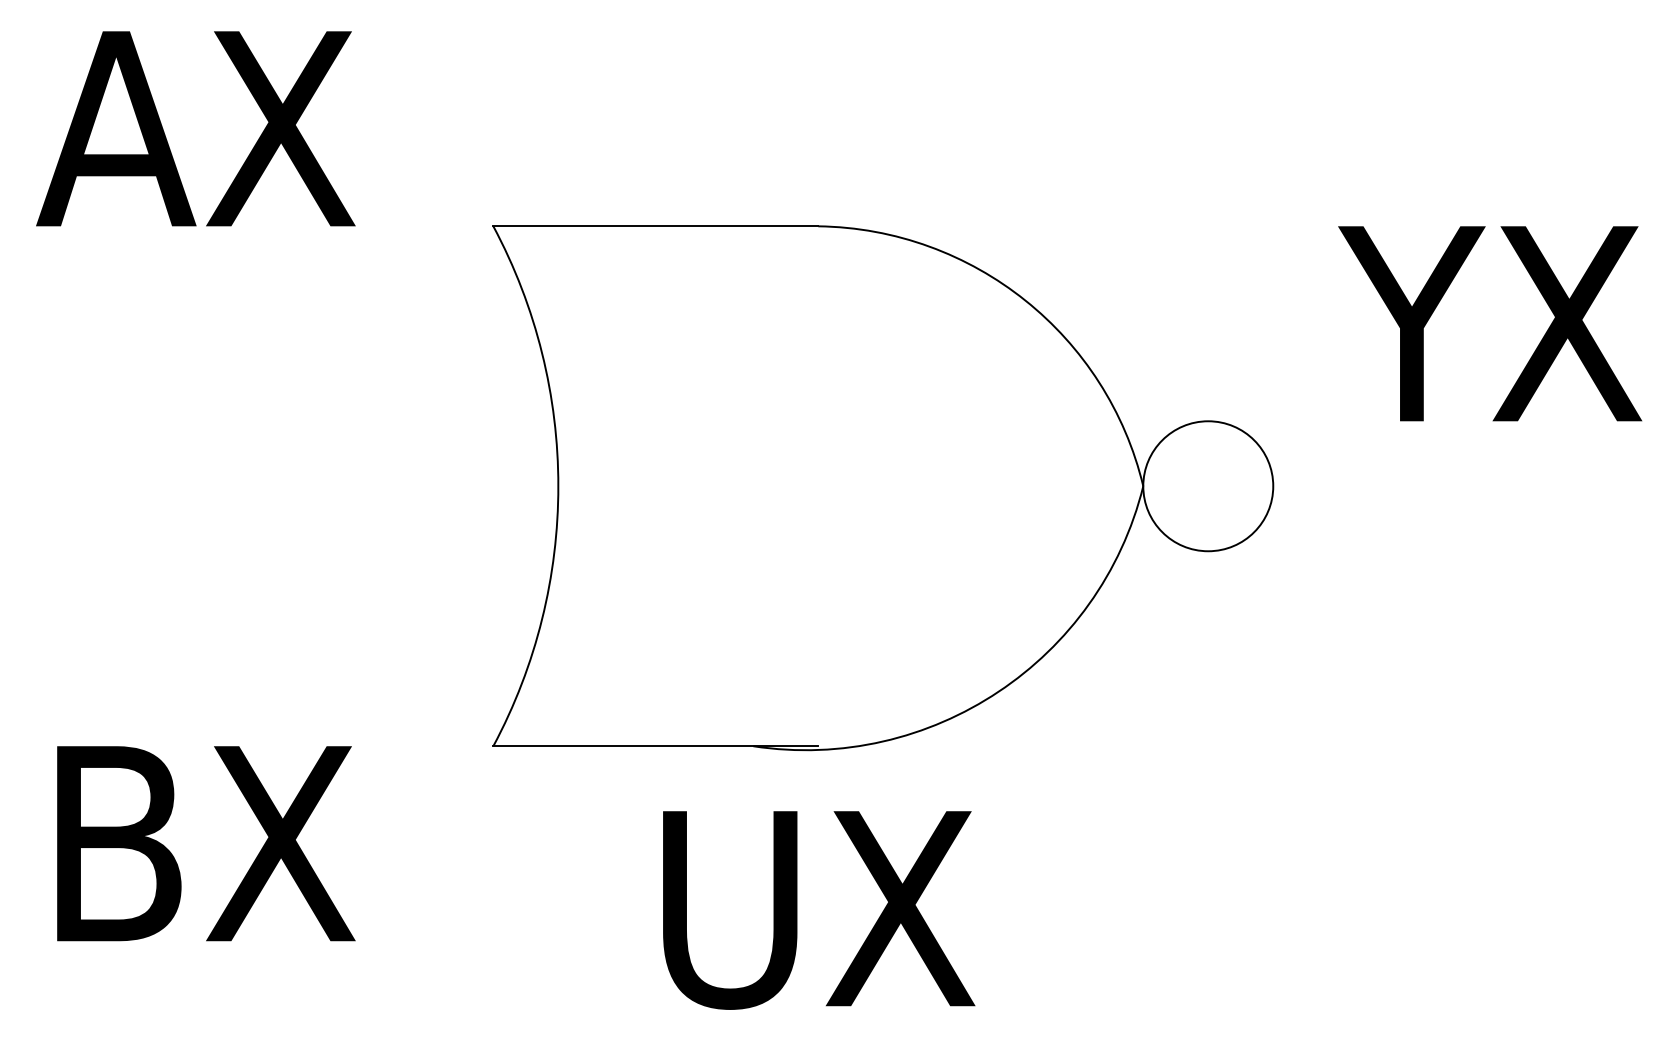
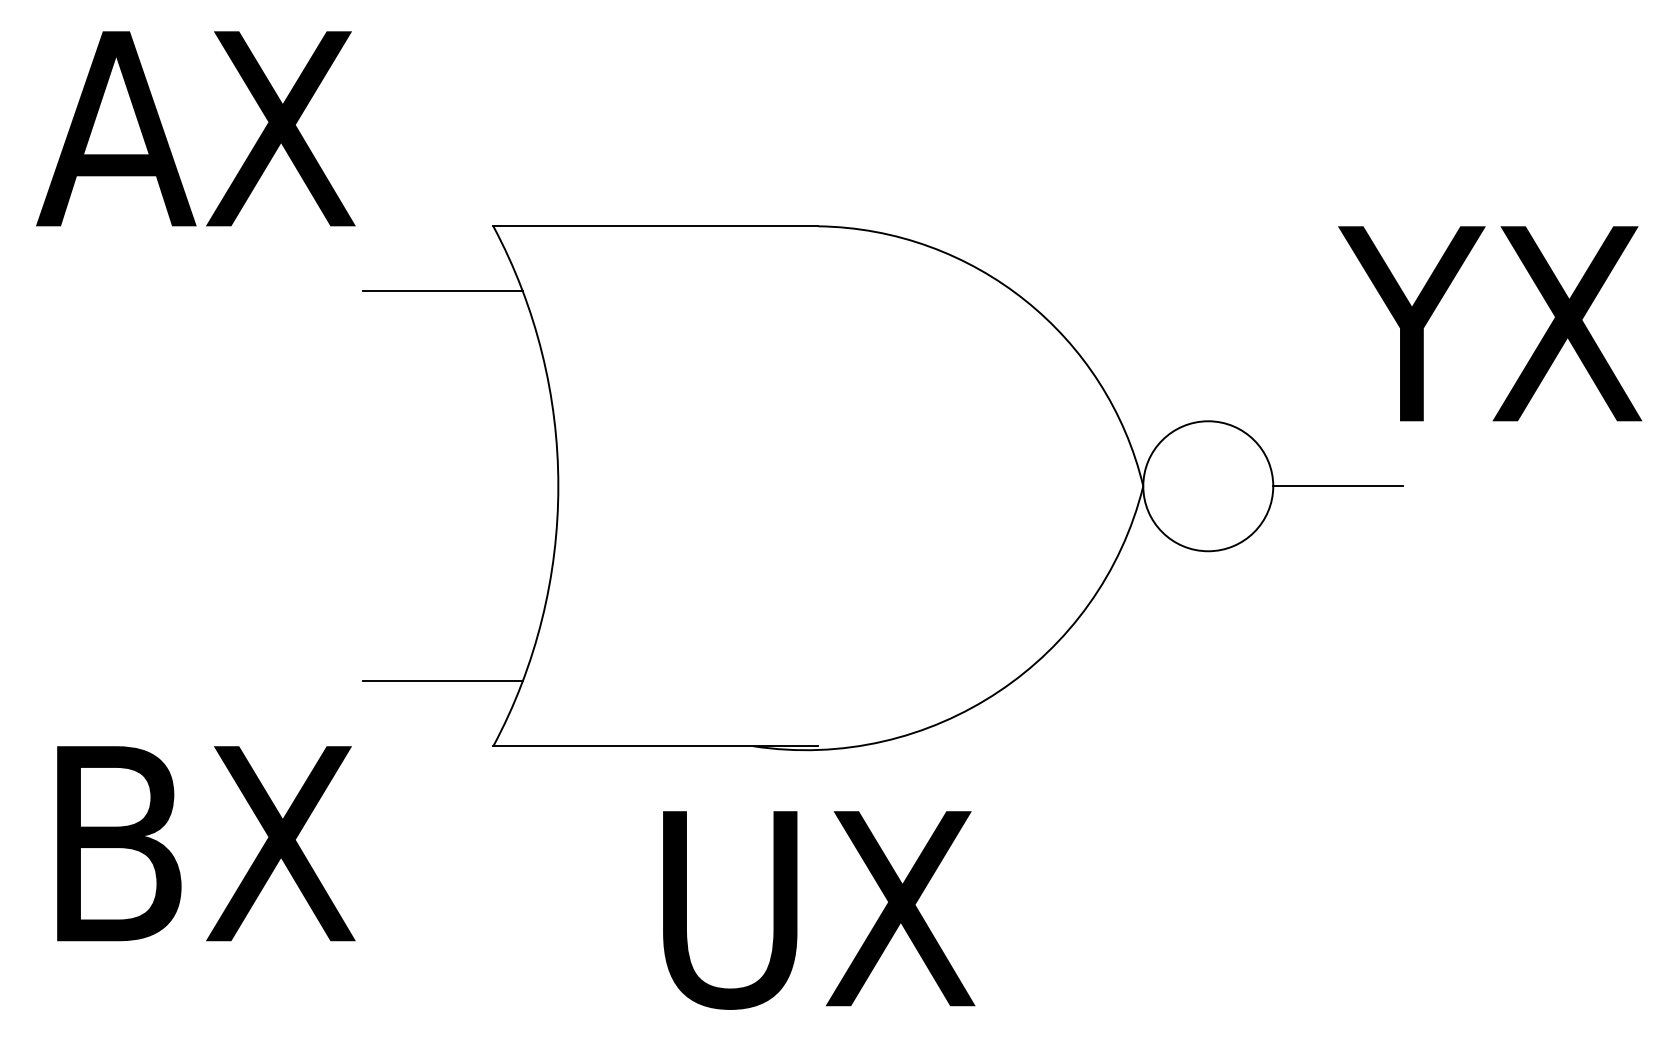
line at (442, 291): none -> present
line at (1338, 486): none -> present
line at (442, 681): none -> present
